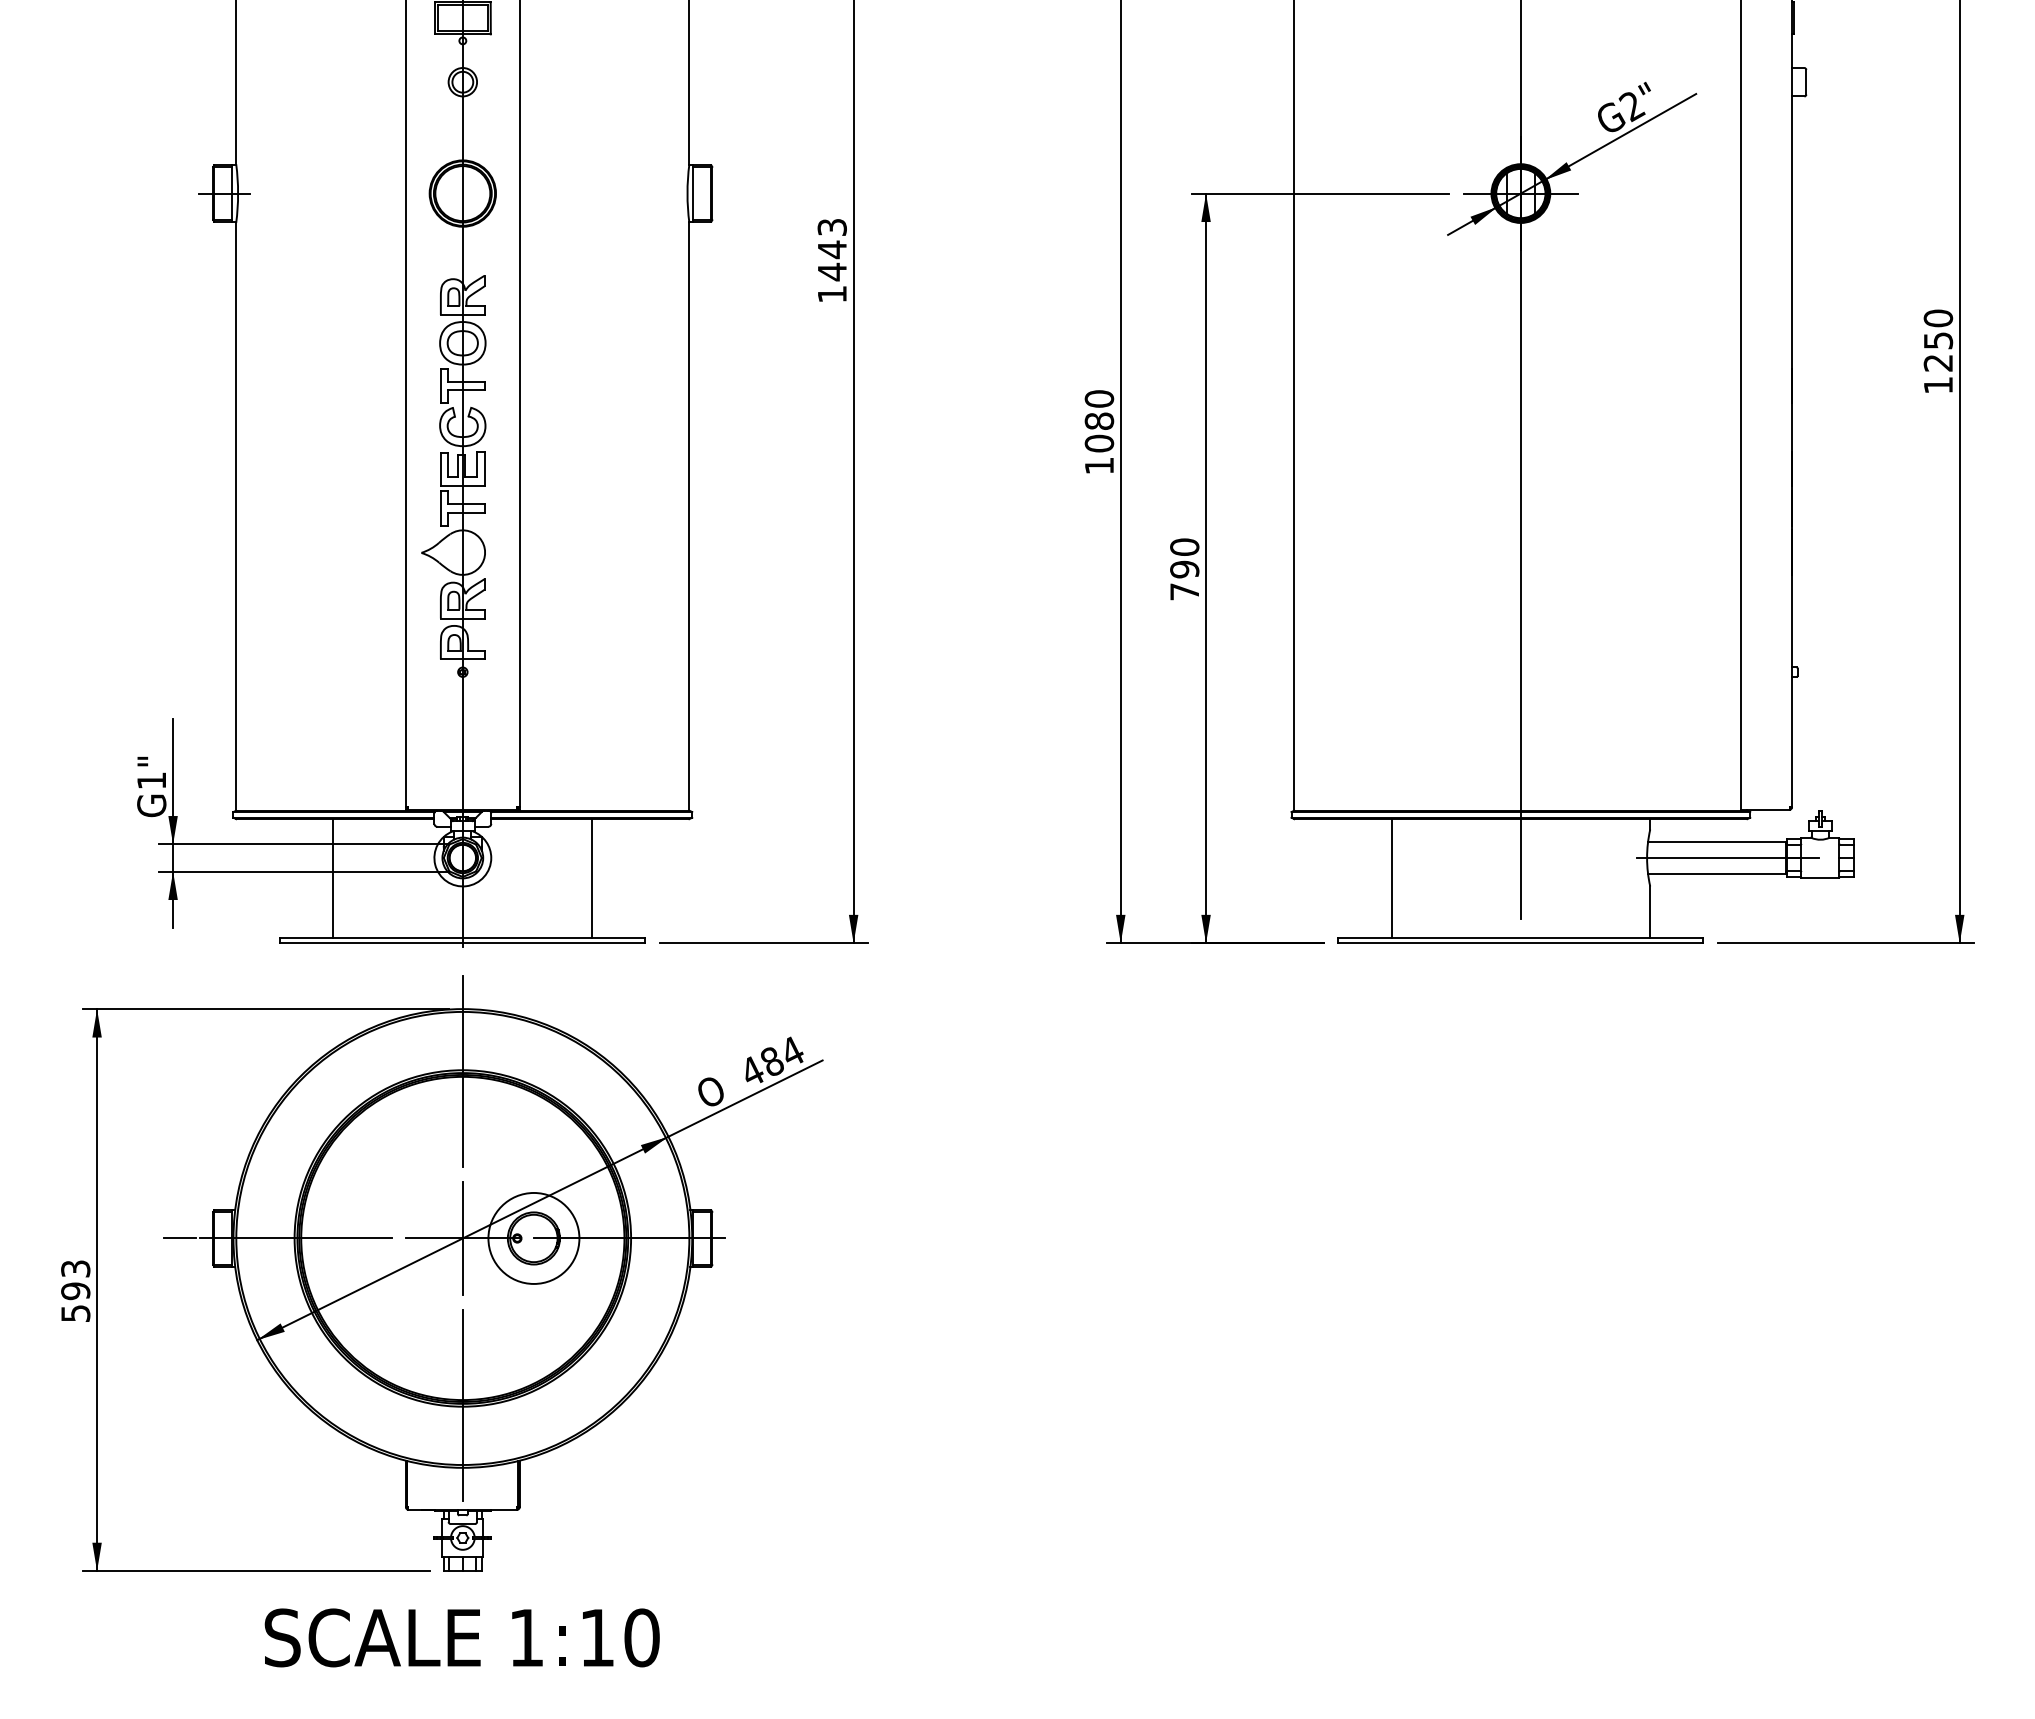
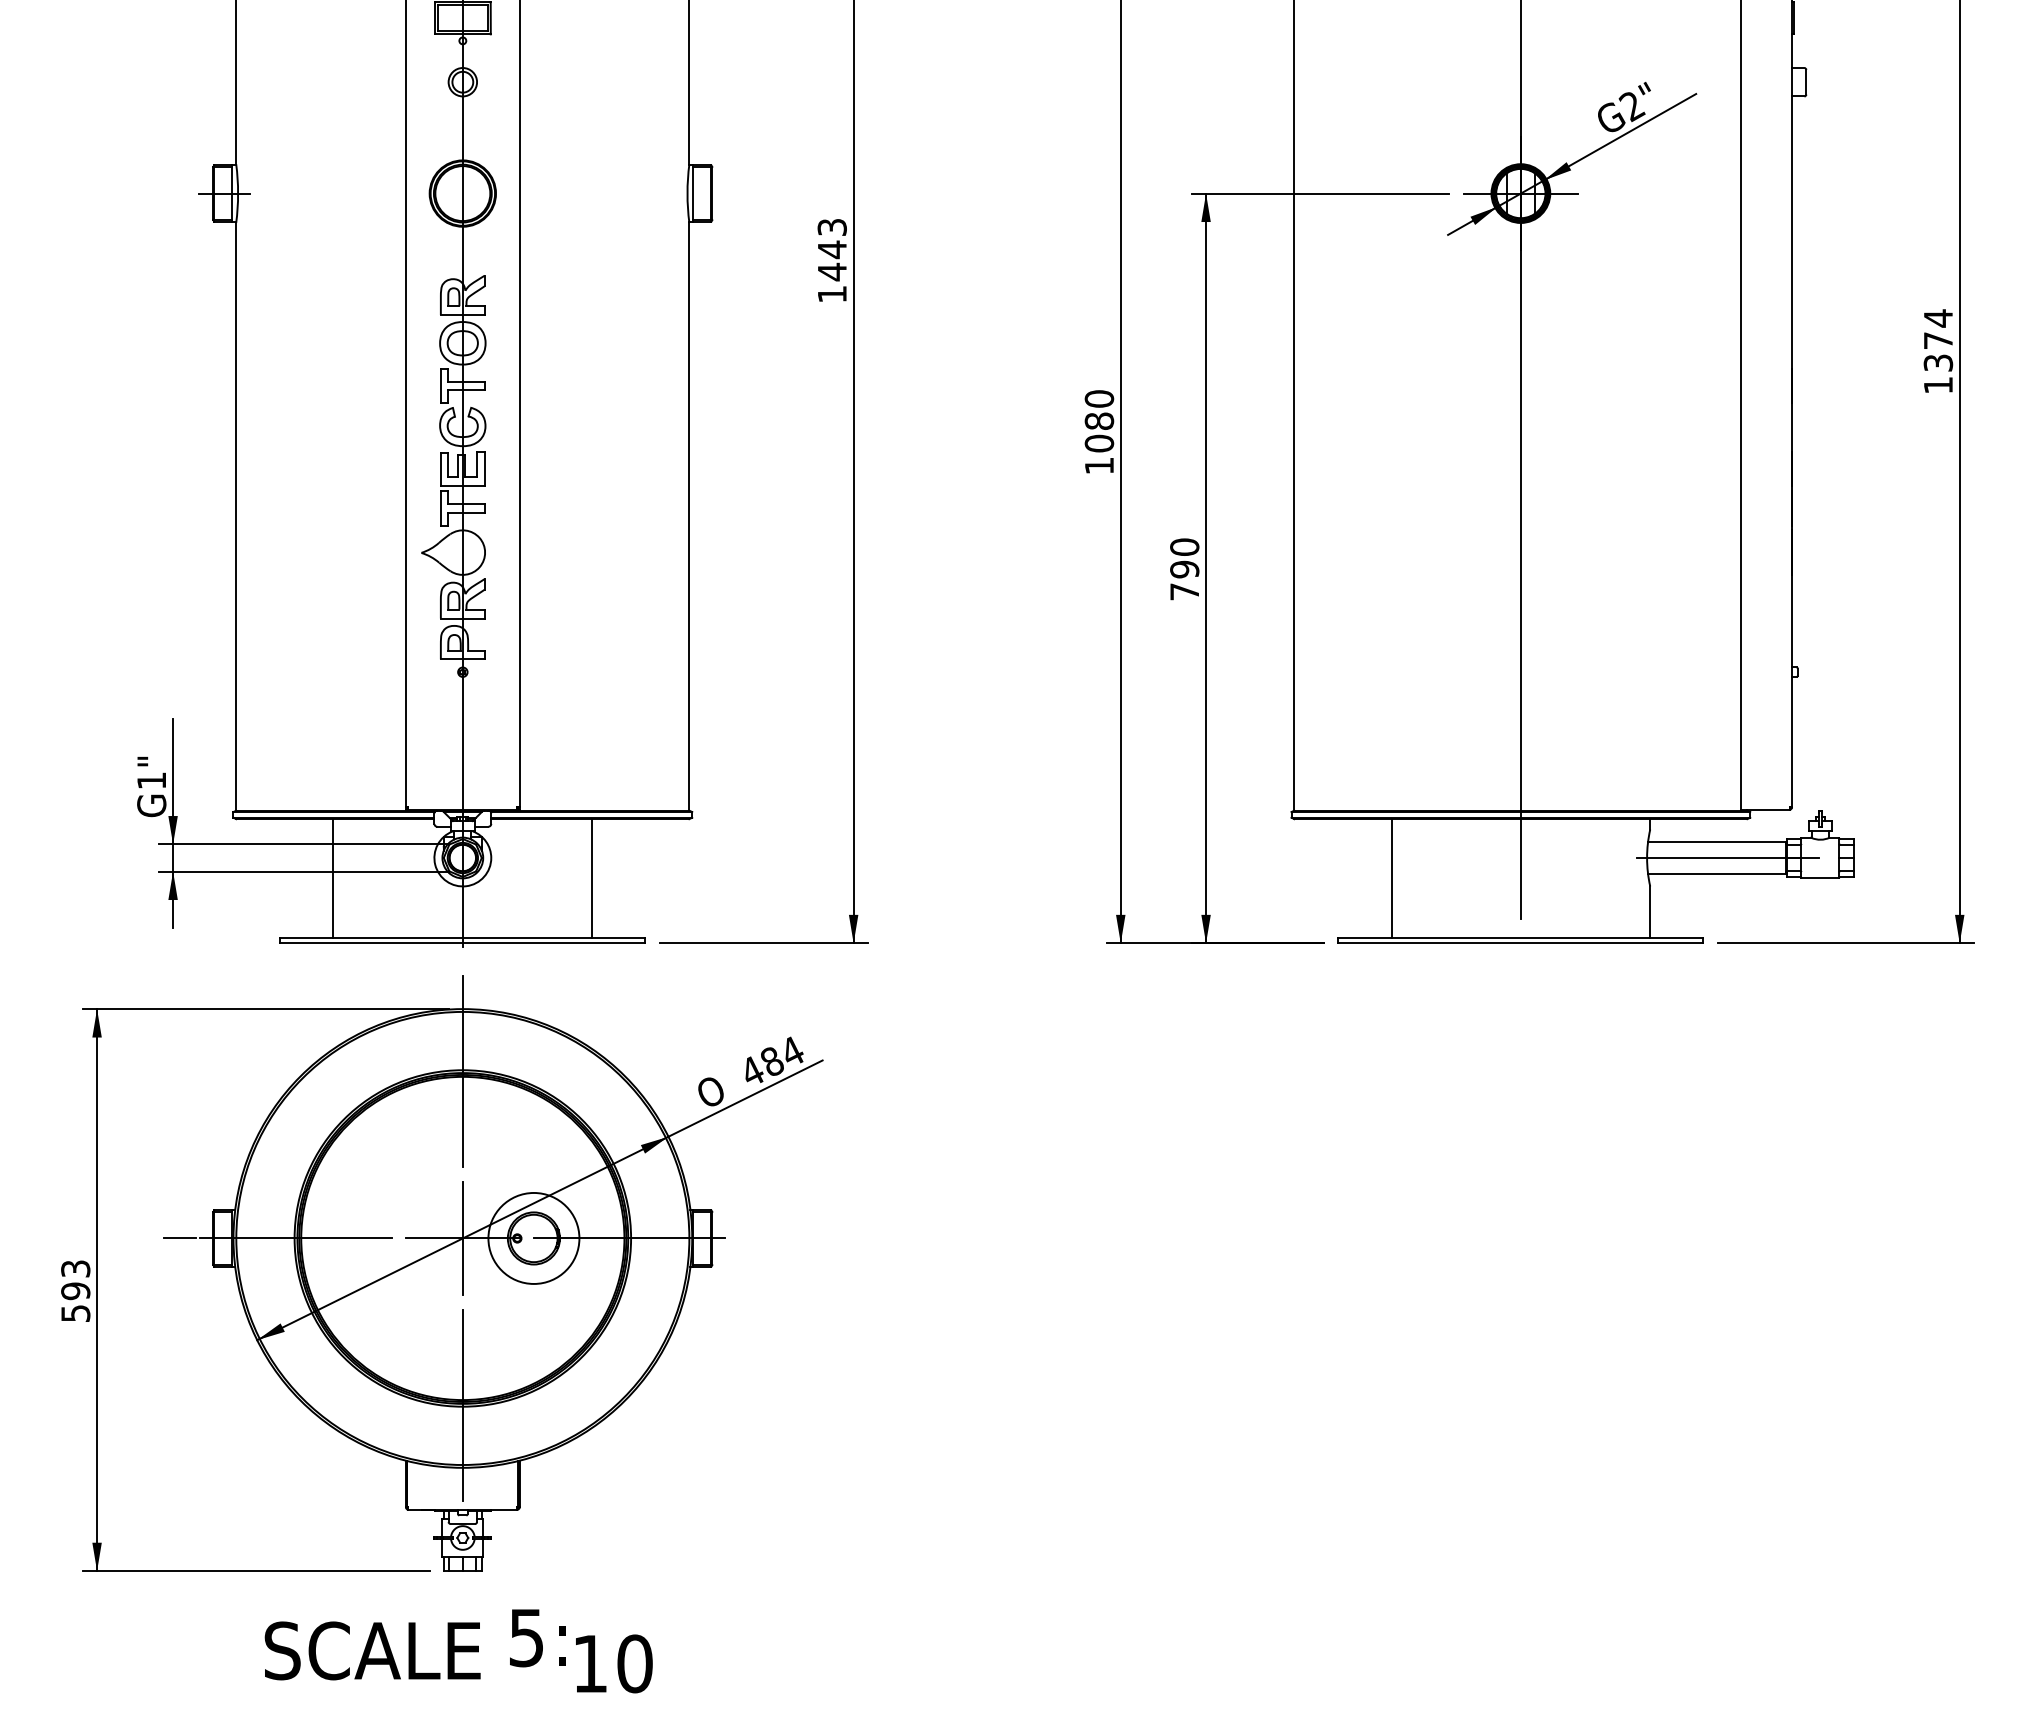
text at (1938, 340): 1250 -> 1374
text at (372, 1637) position: (372, 1637) -> (372, 1650)
text at (621, 1637) position: (621, 1637) -> (614, 1663)
text at (526, 1638): 1 -> 5
